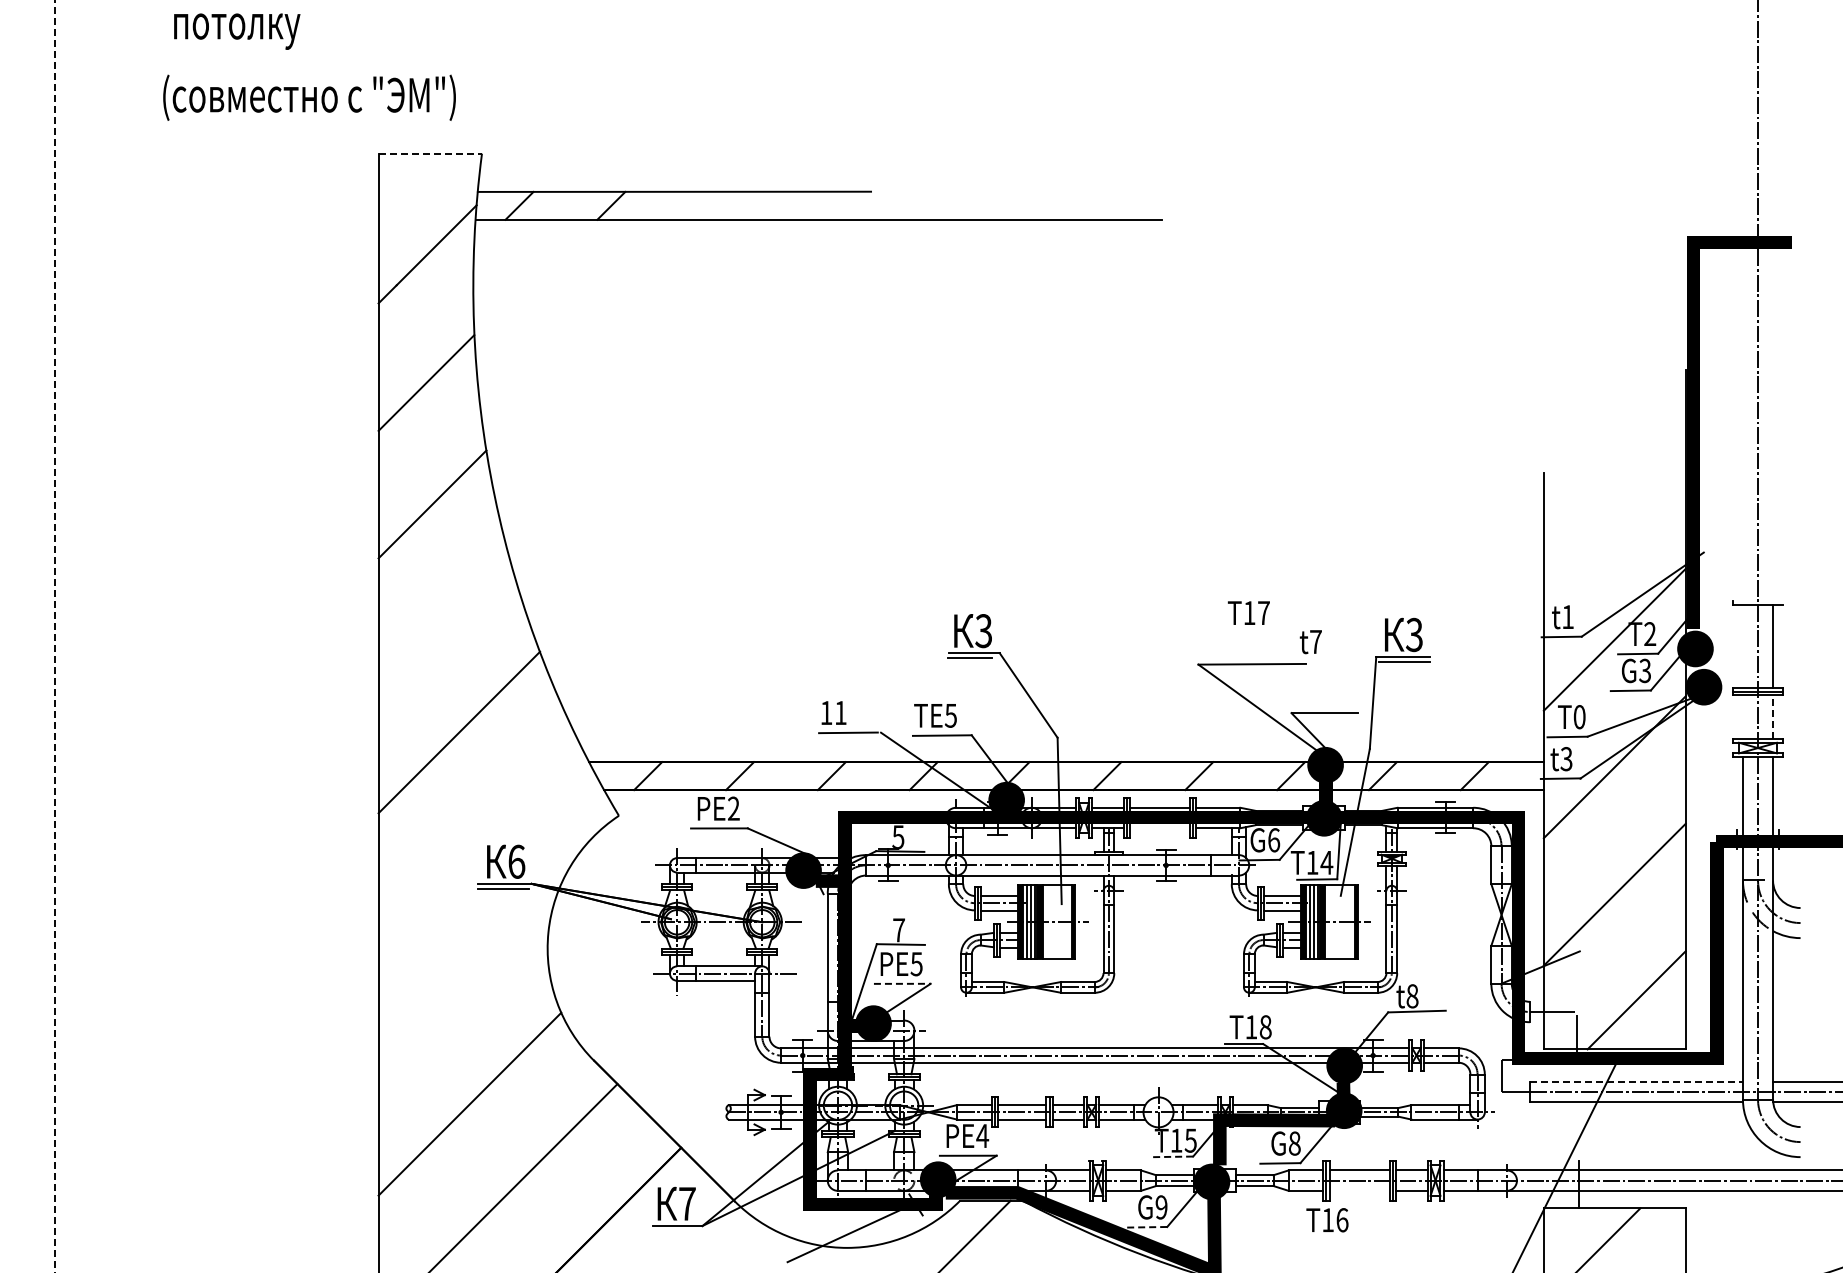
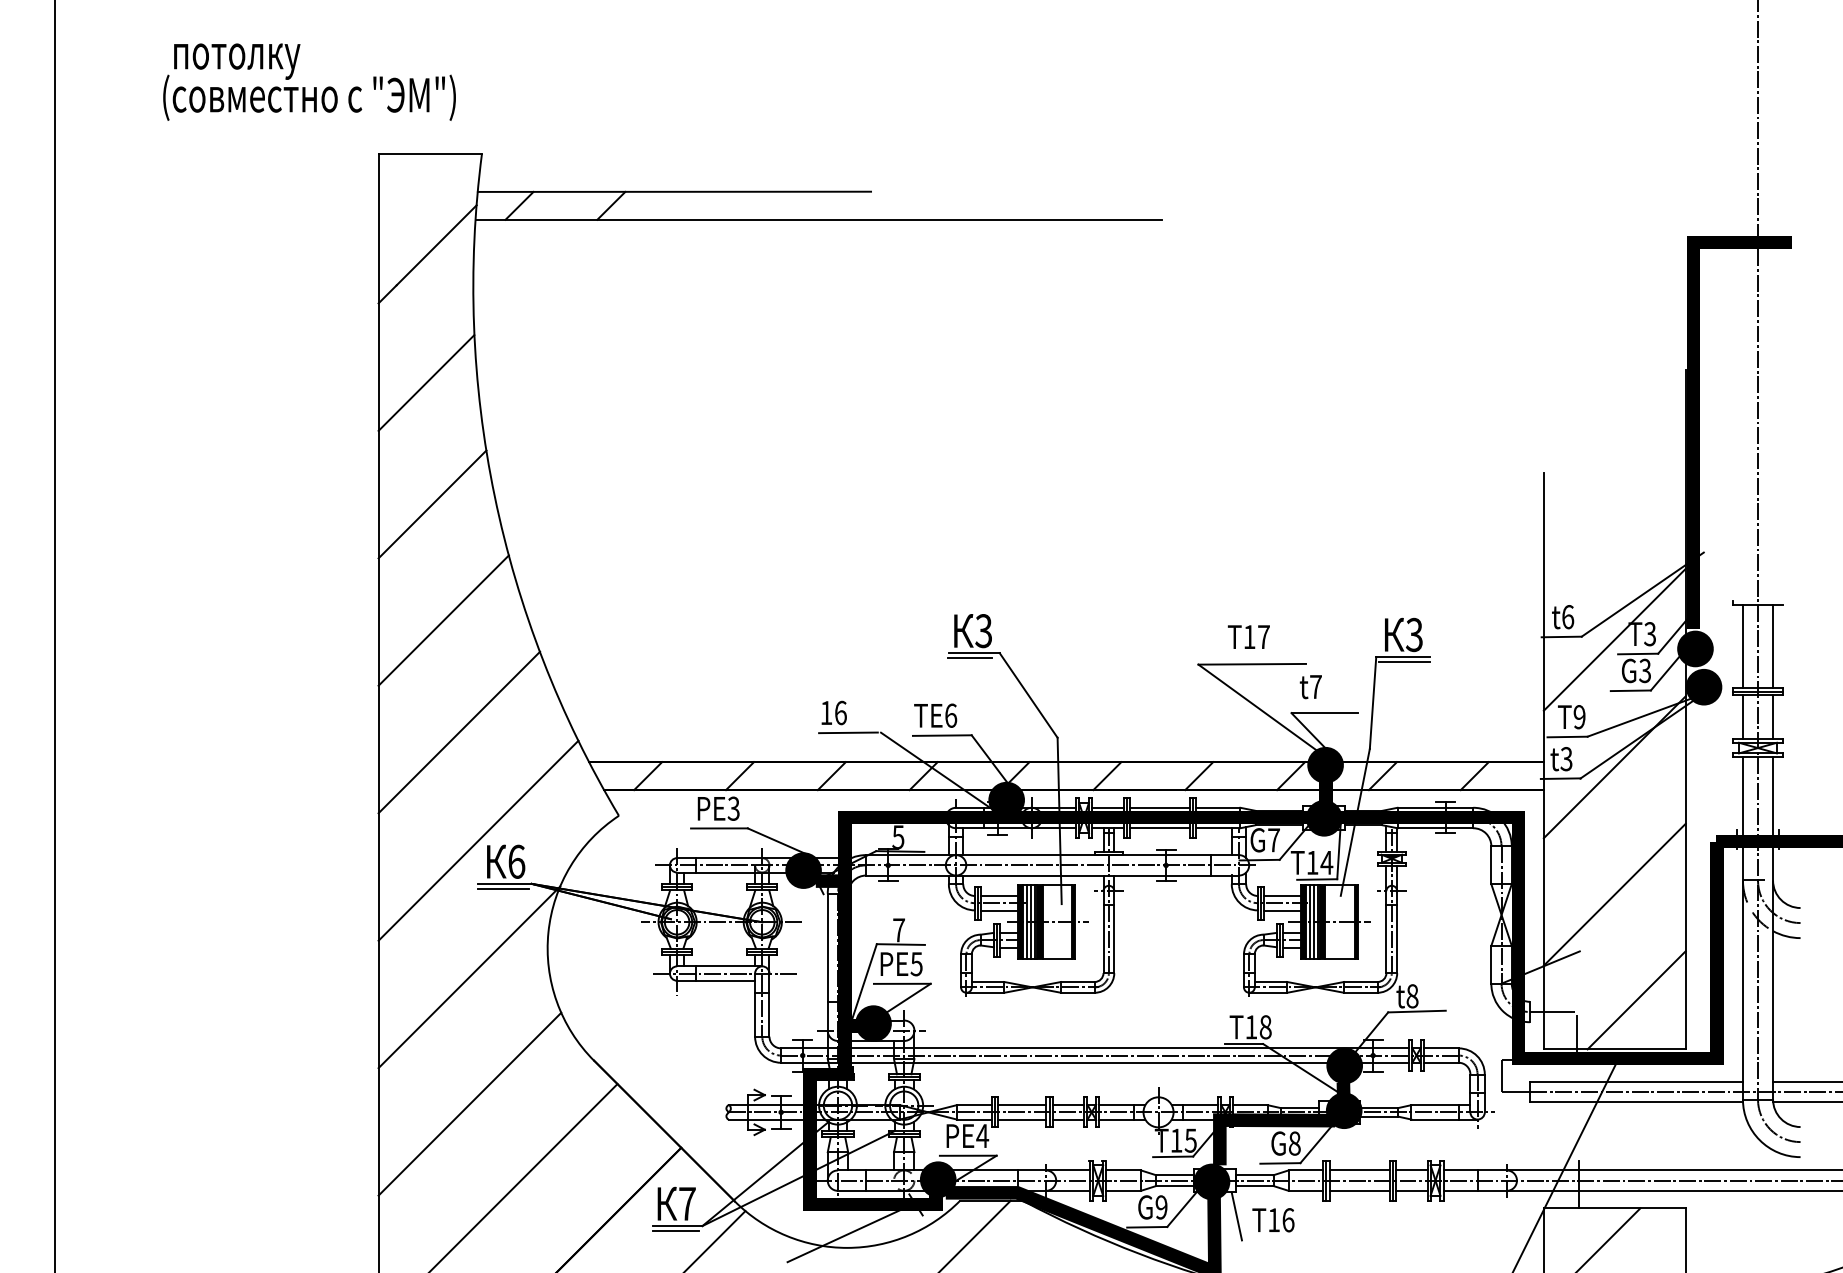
text at (237, 31) position: (237, 31) -> (237, 61)
line at (430, 153): dashed -> solid
text at (1248, 612) position: (1248, 612) -> (1248, 636)
text at (1568, 617): t1 -> t6
line at (443, 620): none -> present
text at (1650, 634): T2 -> T3
line at (55, 636): dashed -> solid
text at (1310, 642) position: (1310, 642) -> (1310, 687)
line at (1742, 645): none -> present
text at (840, 712): 11 -> 16
text at (950, 715): TE5 -> TE6
text at (1579, 717): T0 -> T9
line at (1742, 717): none -> present
line at (1773, 717): dashed -> solid
text at (733, 808): PE2 -> PE3
line at (1159, 828): none -> present
line at (478, 840): none -> present
text at (1274, 840): G6 -> G7
line at (469, 977): none -> present
line at (902, 983): dashed -> solid
line at (1636, 1081): dashed -> solid
line at (1173, 1156): dashed -> solid
line at (1359, 1190): none -> present
line at (1236, 1216): none -> present
text at (1327, 1220) position: (1327, 1220) -> (1273, 1220)
line at (1147, 1227): dashed -> solid
line at (675, 1230): none -> present
line at (715, 1240): none -> present
